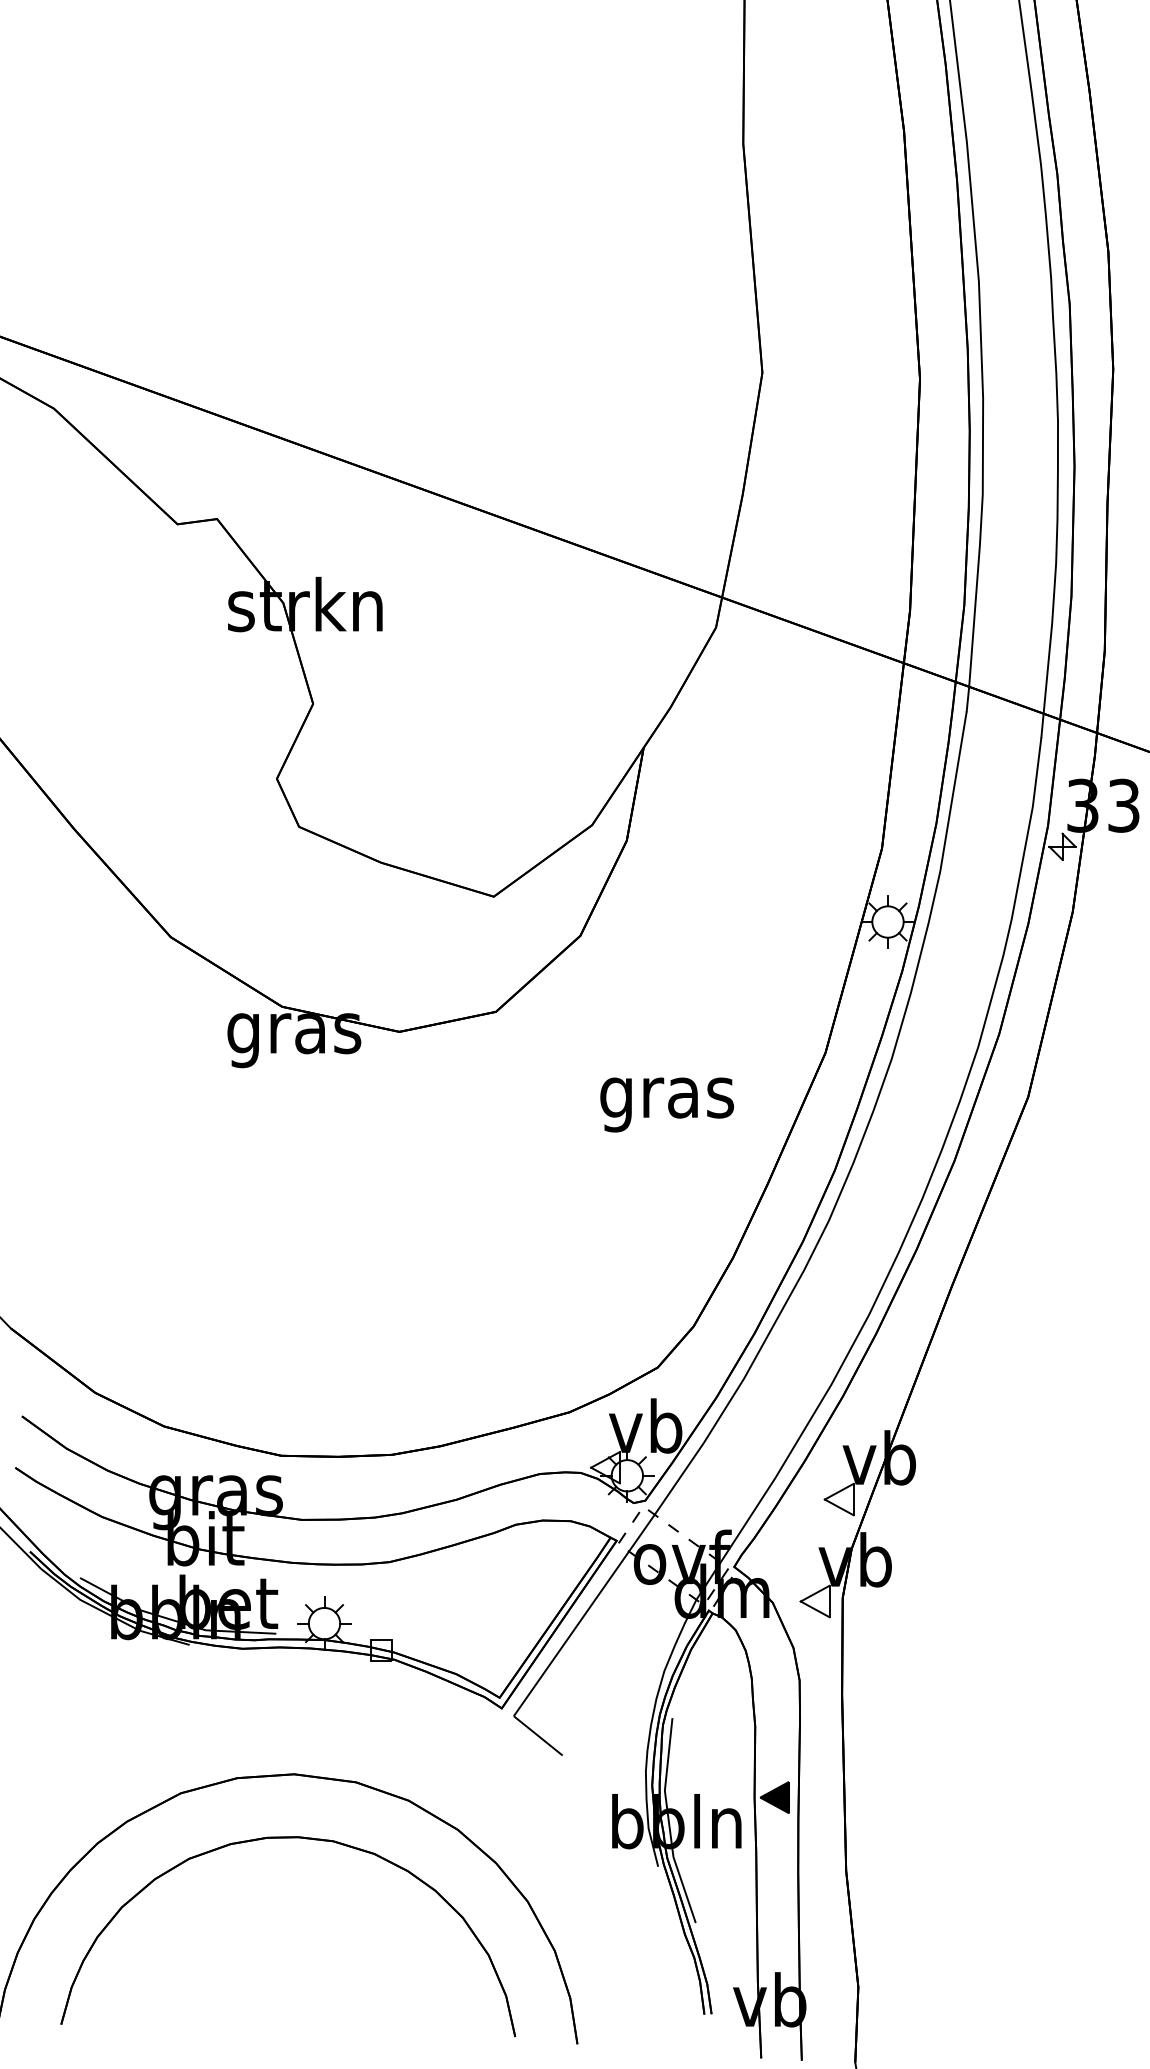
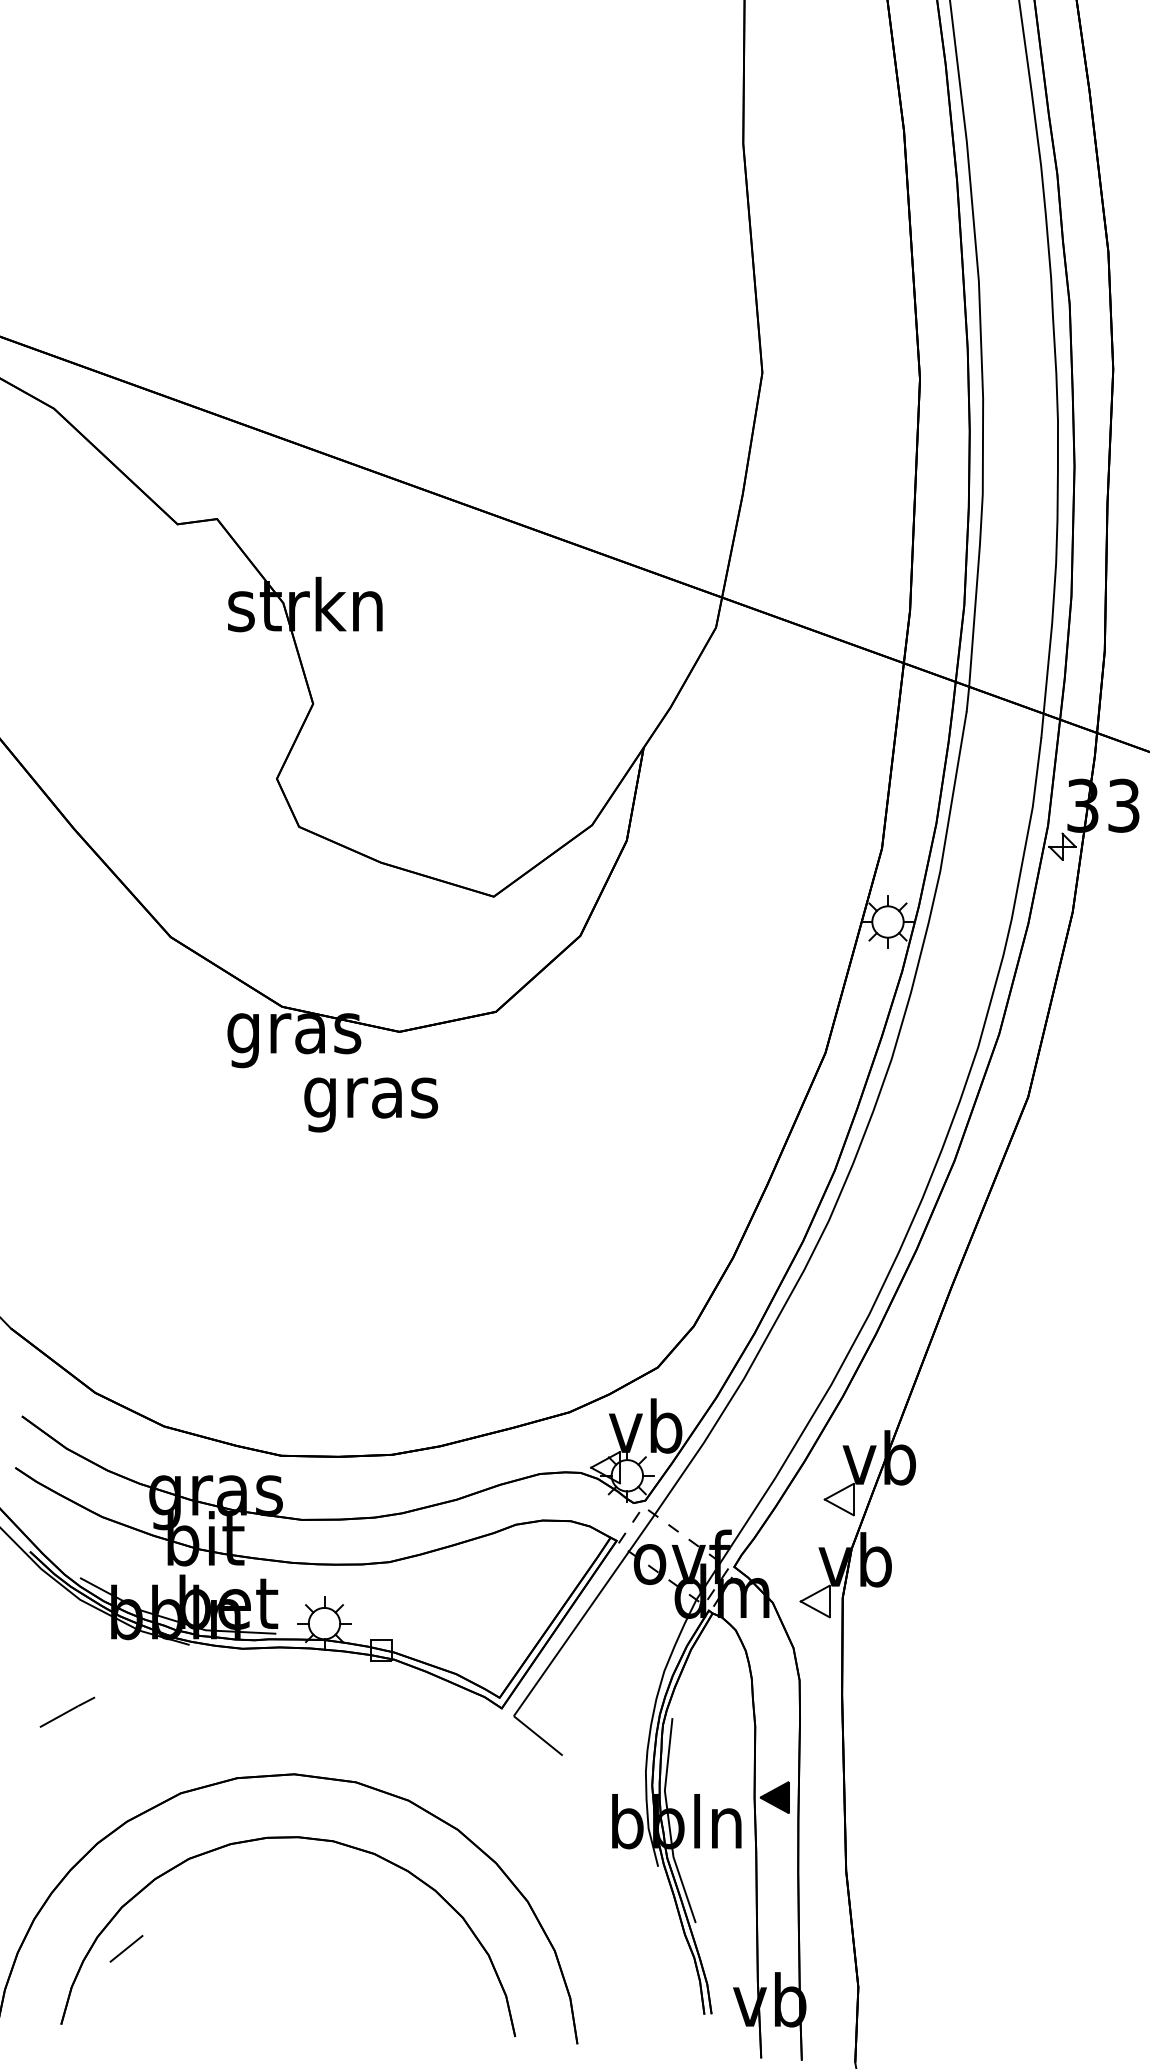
text at (666, 1104) position: (666, 1104) -> (370, 1104)
line at (67, 1711): none -> present
line at (126, 1948): none -> present
